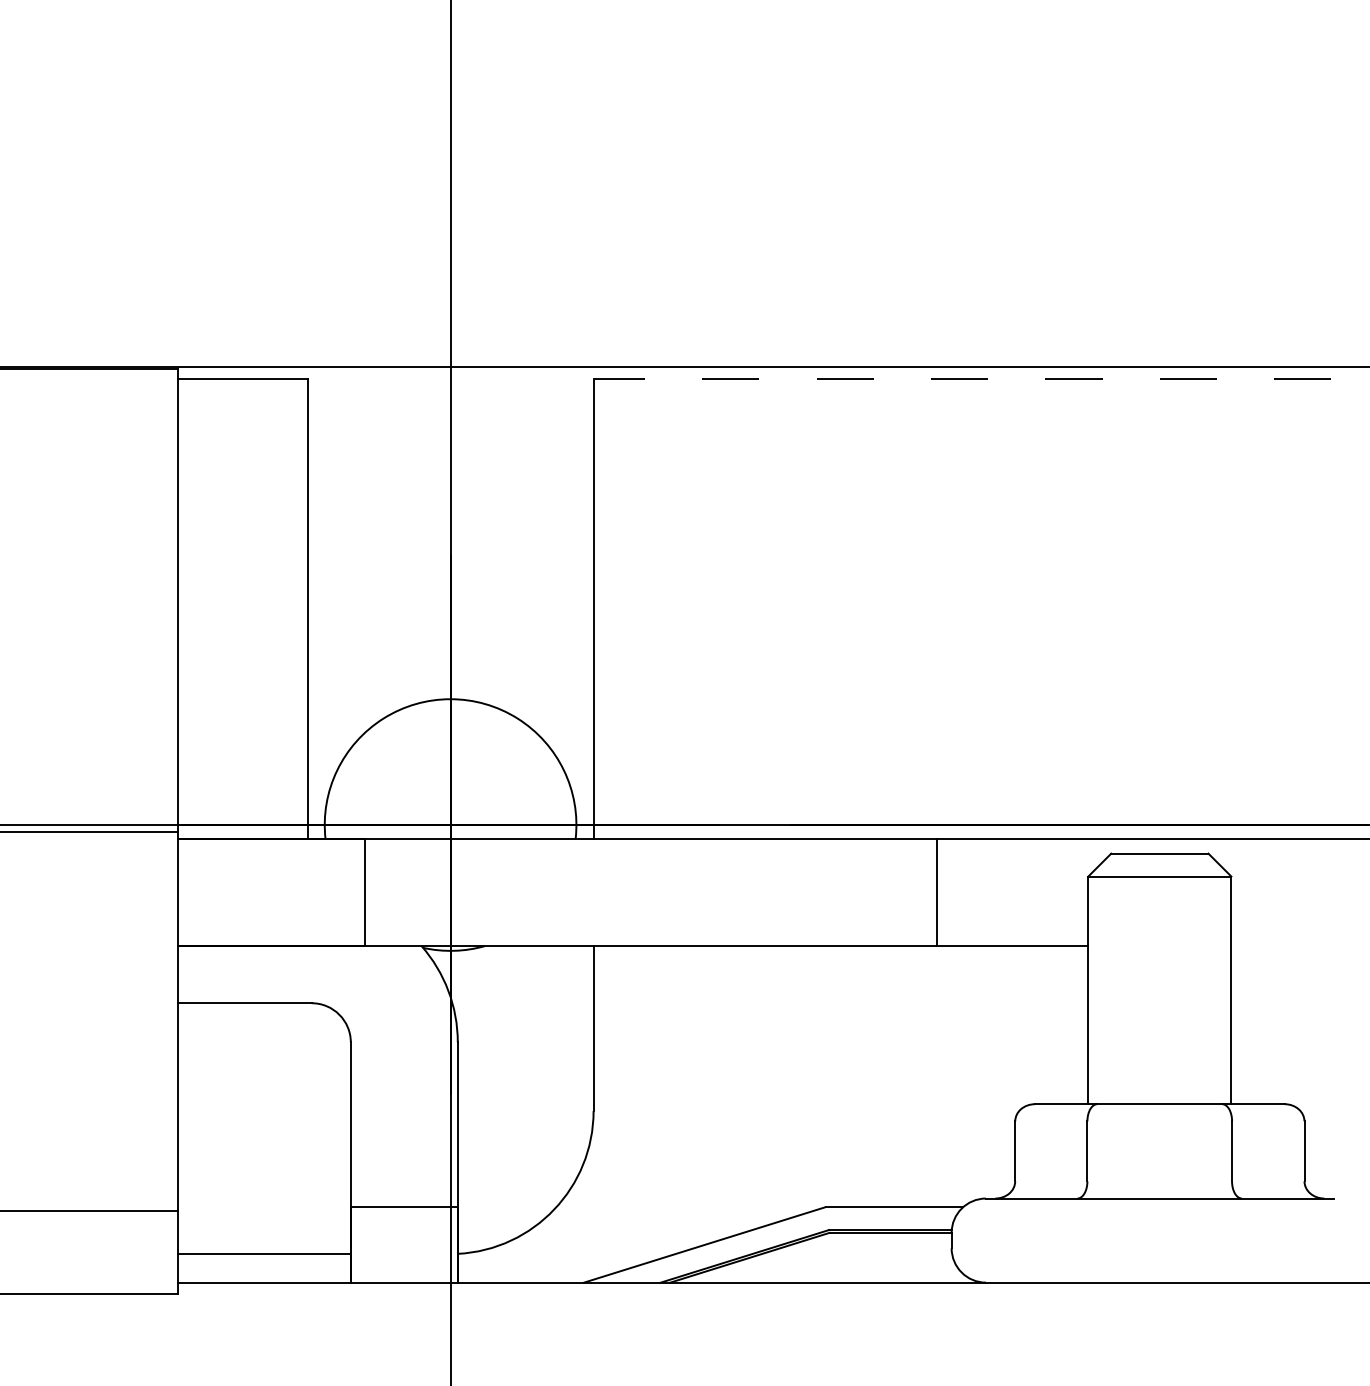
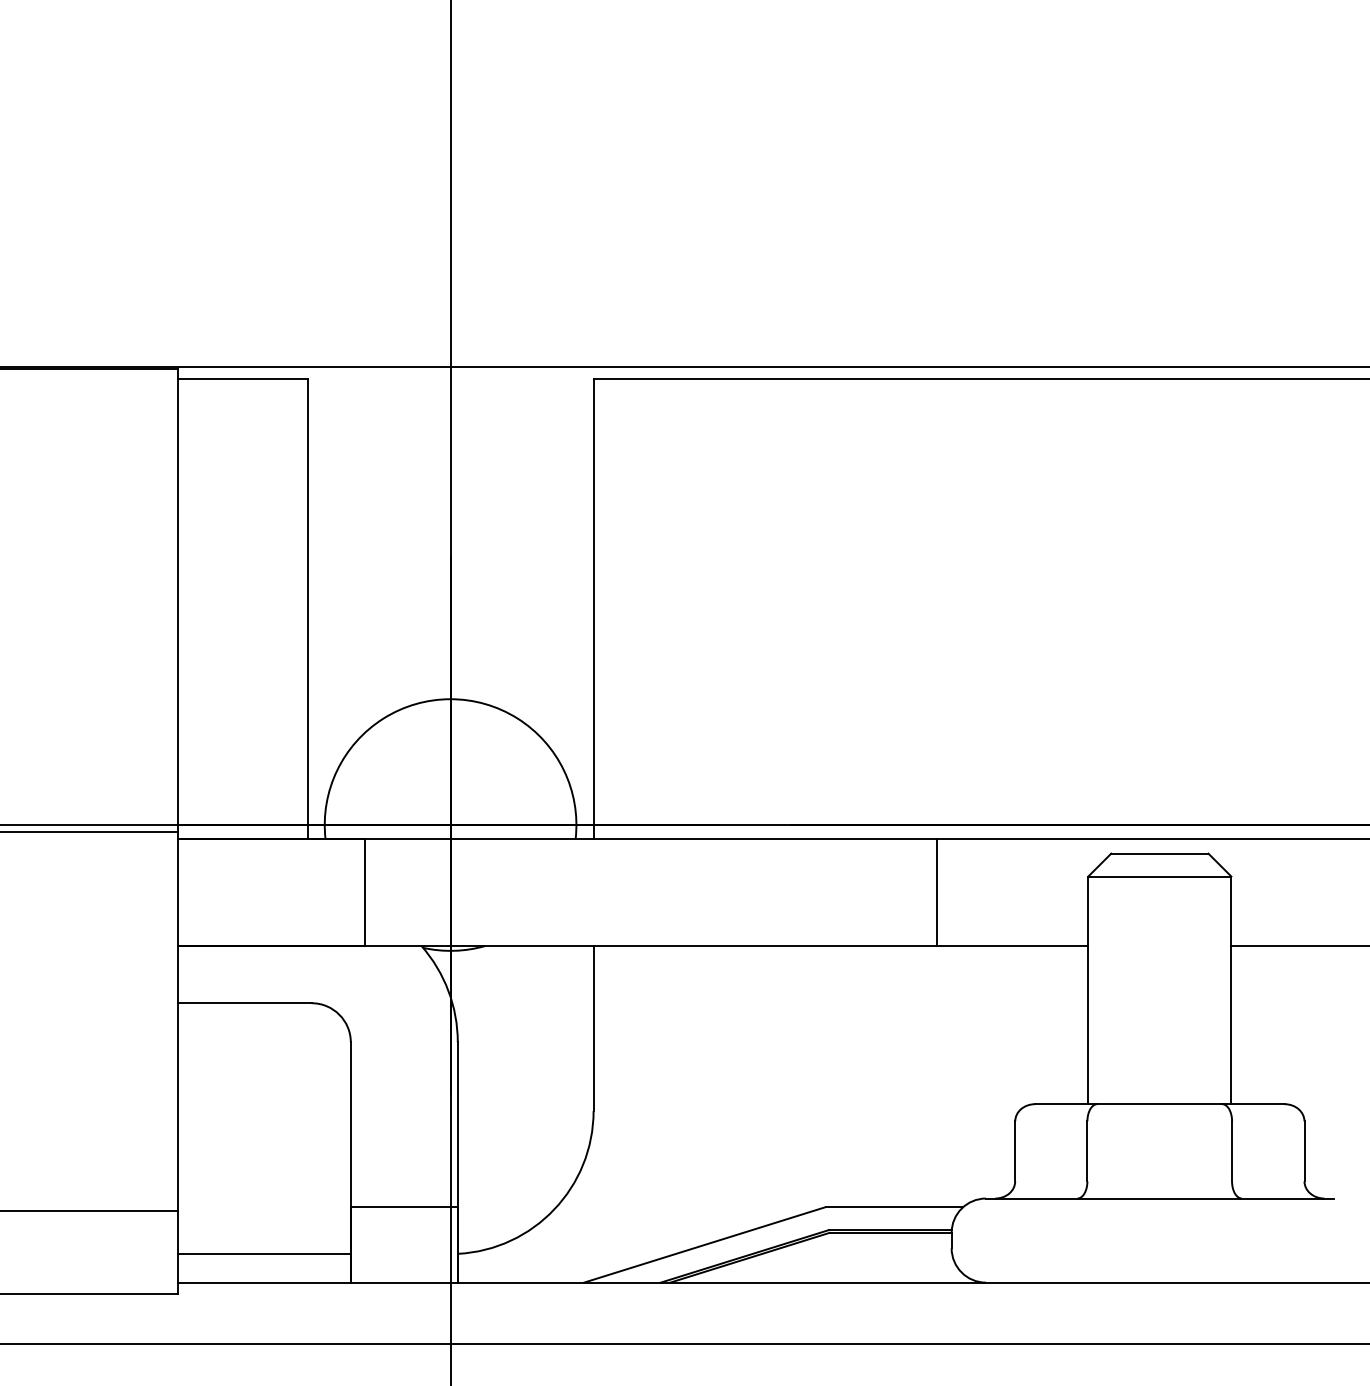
line at (981, 378): dashed -> solid
line at (1298, 946): none -> present
line at (684, 1344): none -> present
